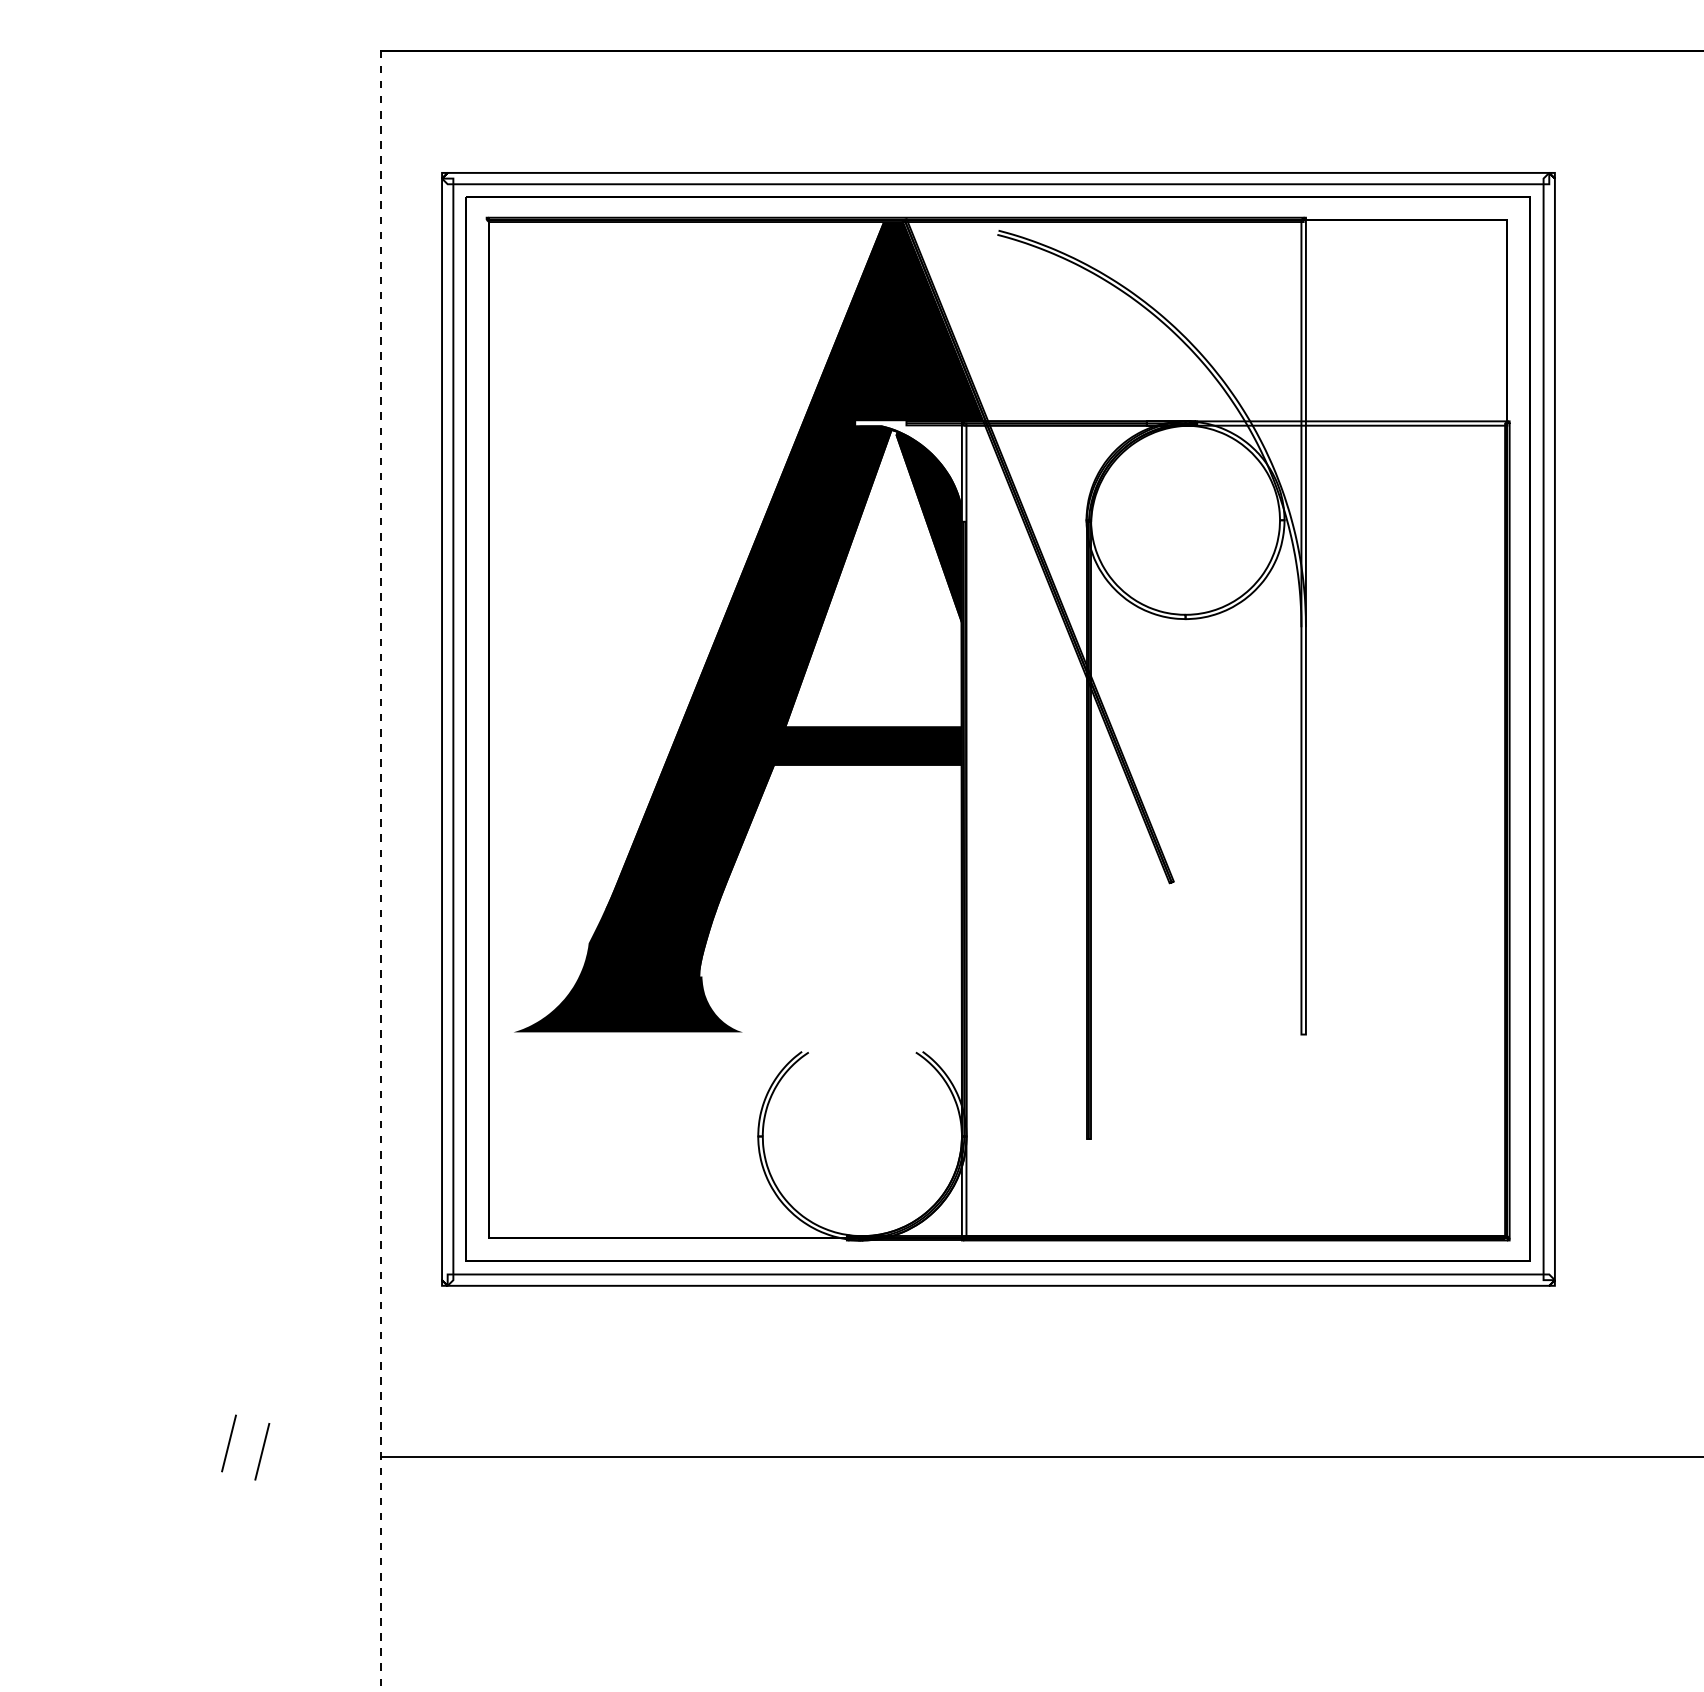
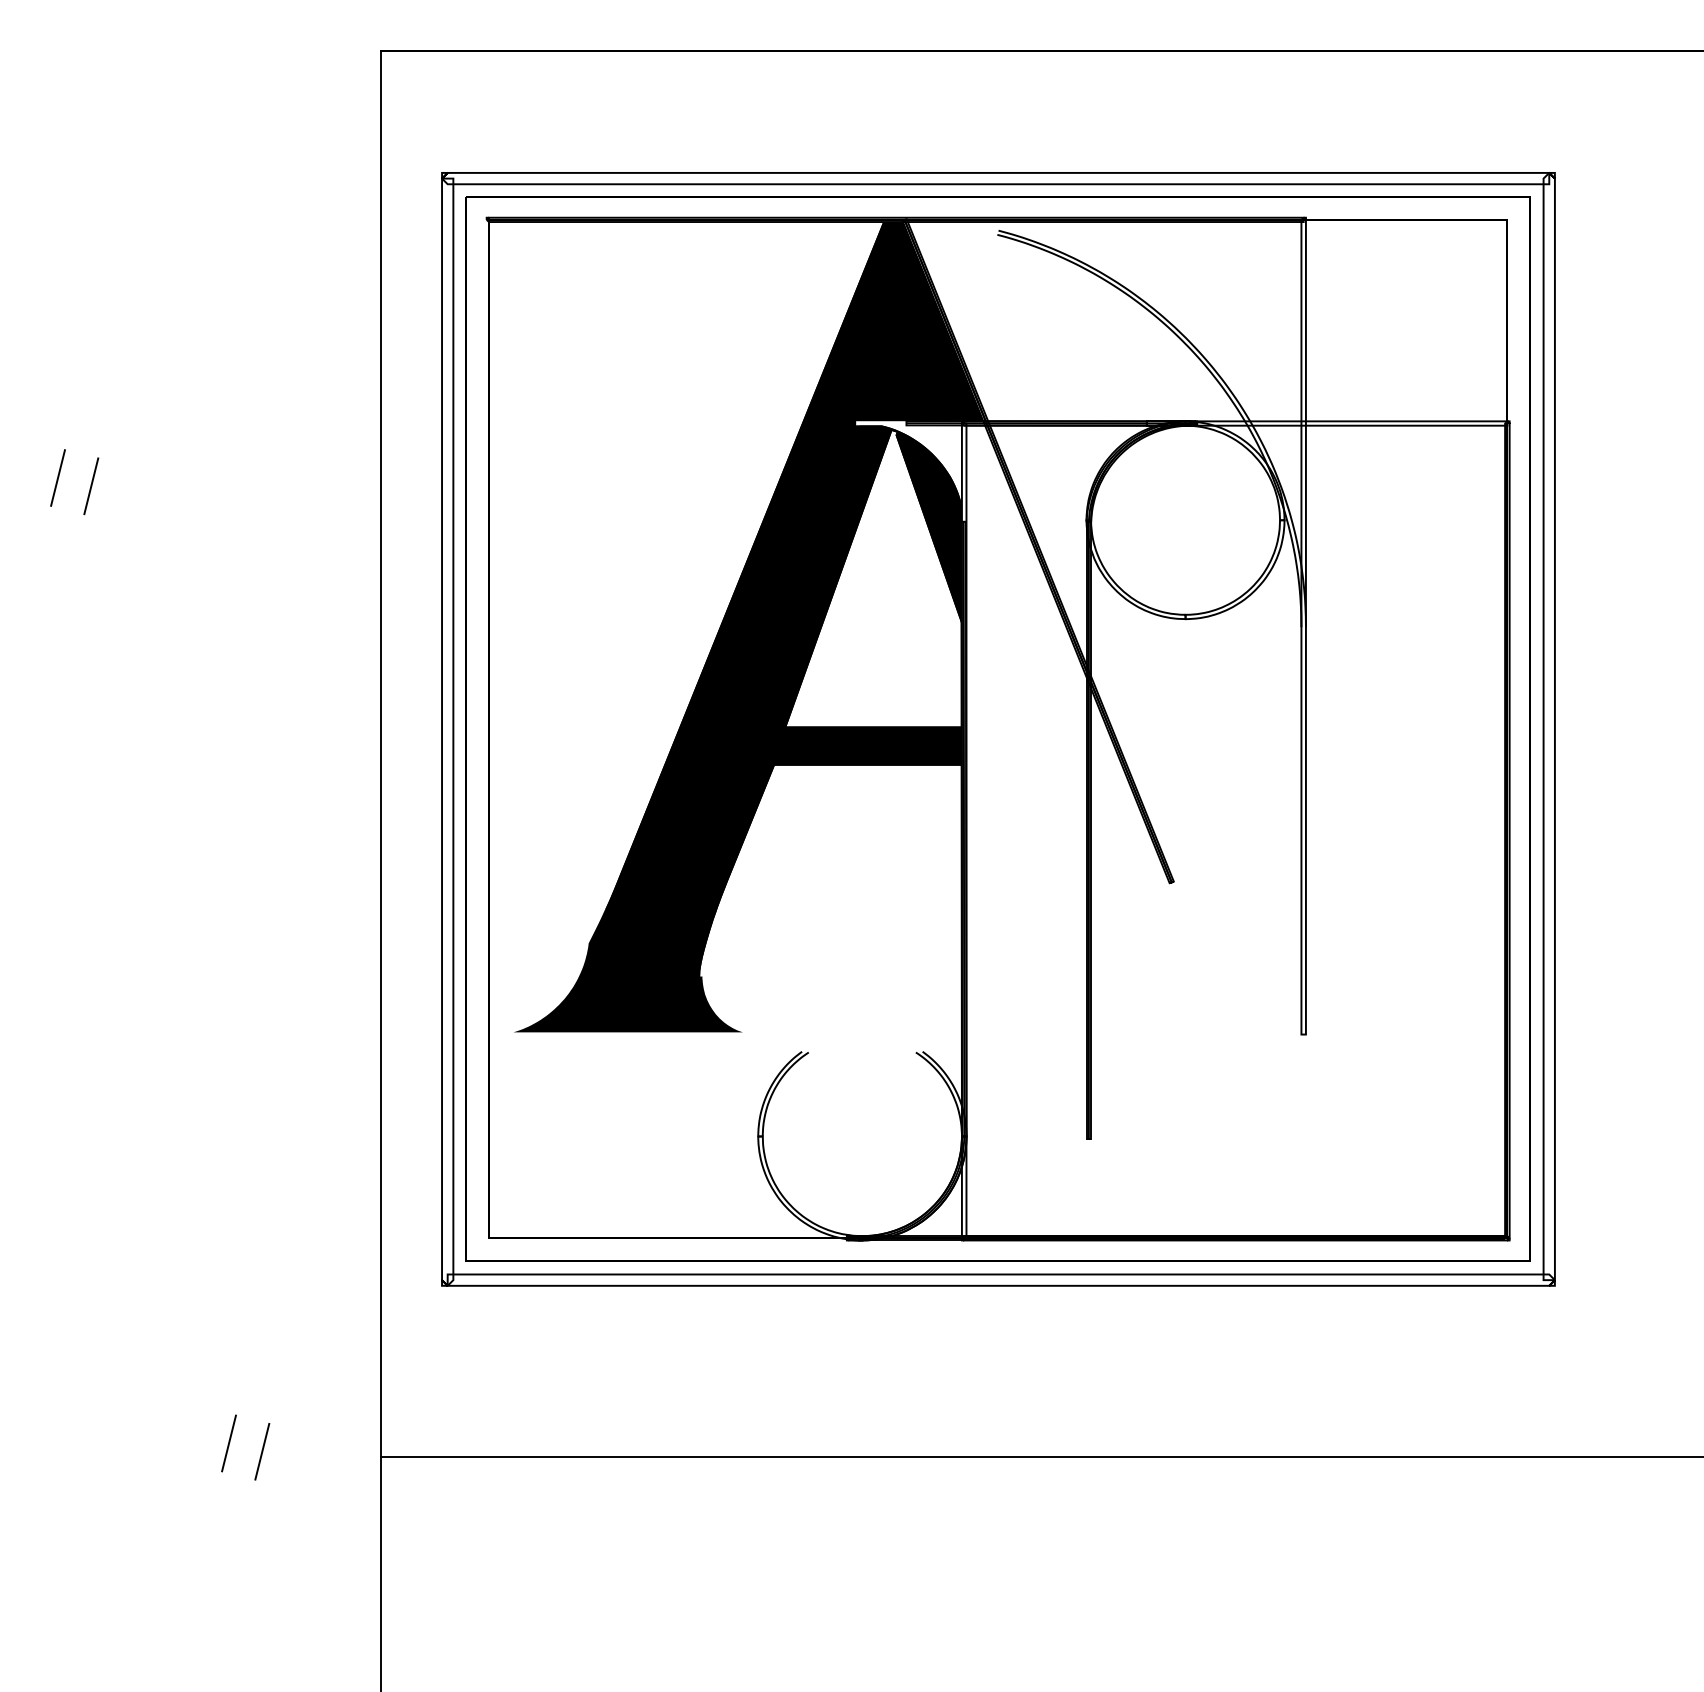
part at (59, 477): none -> present
line at (381, 871): dashed -> solid
